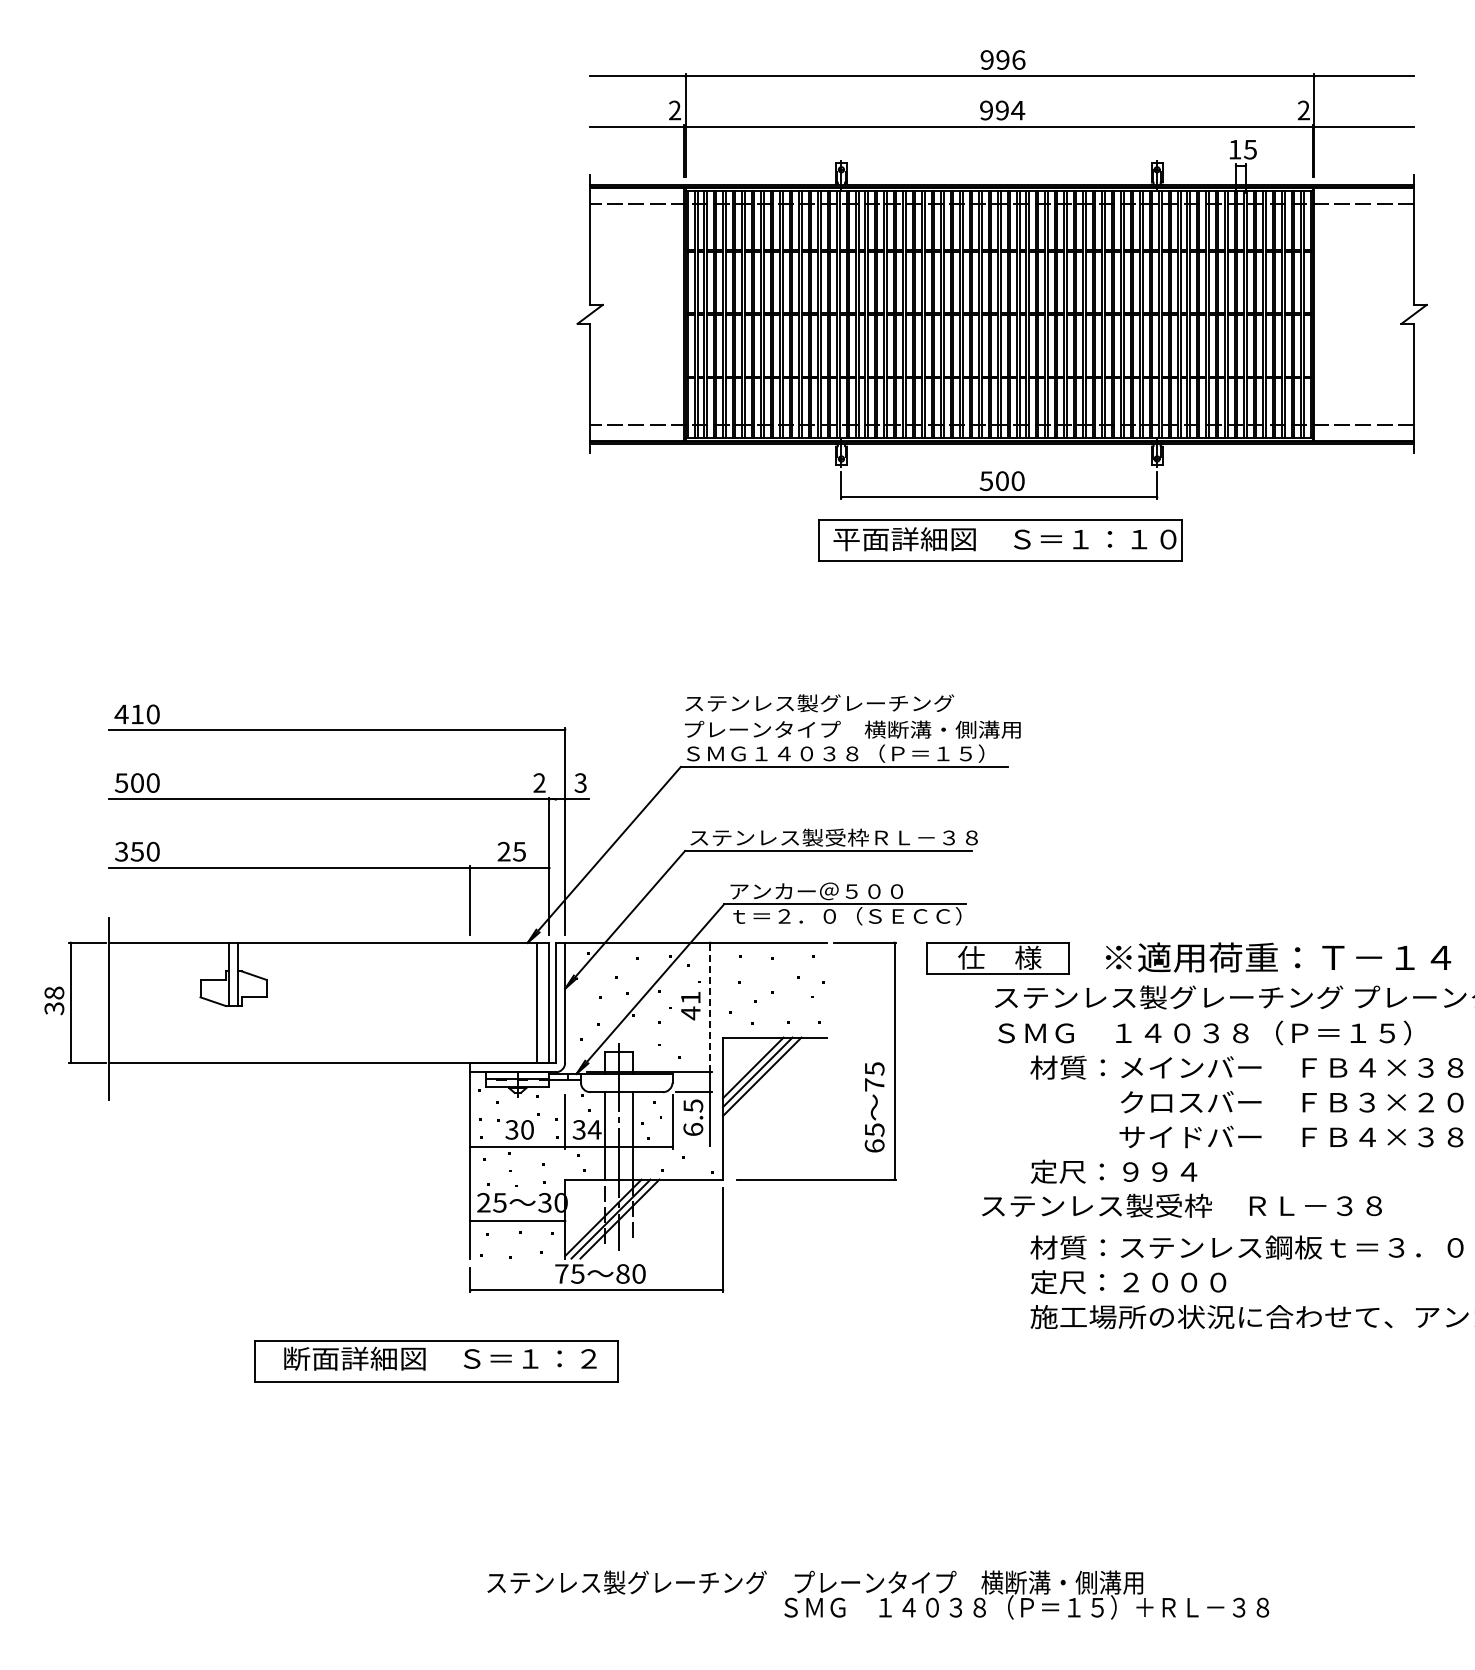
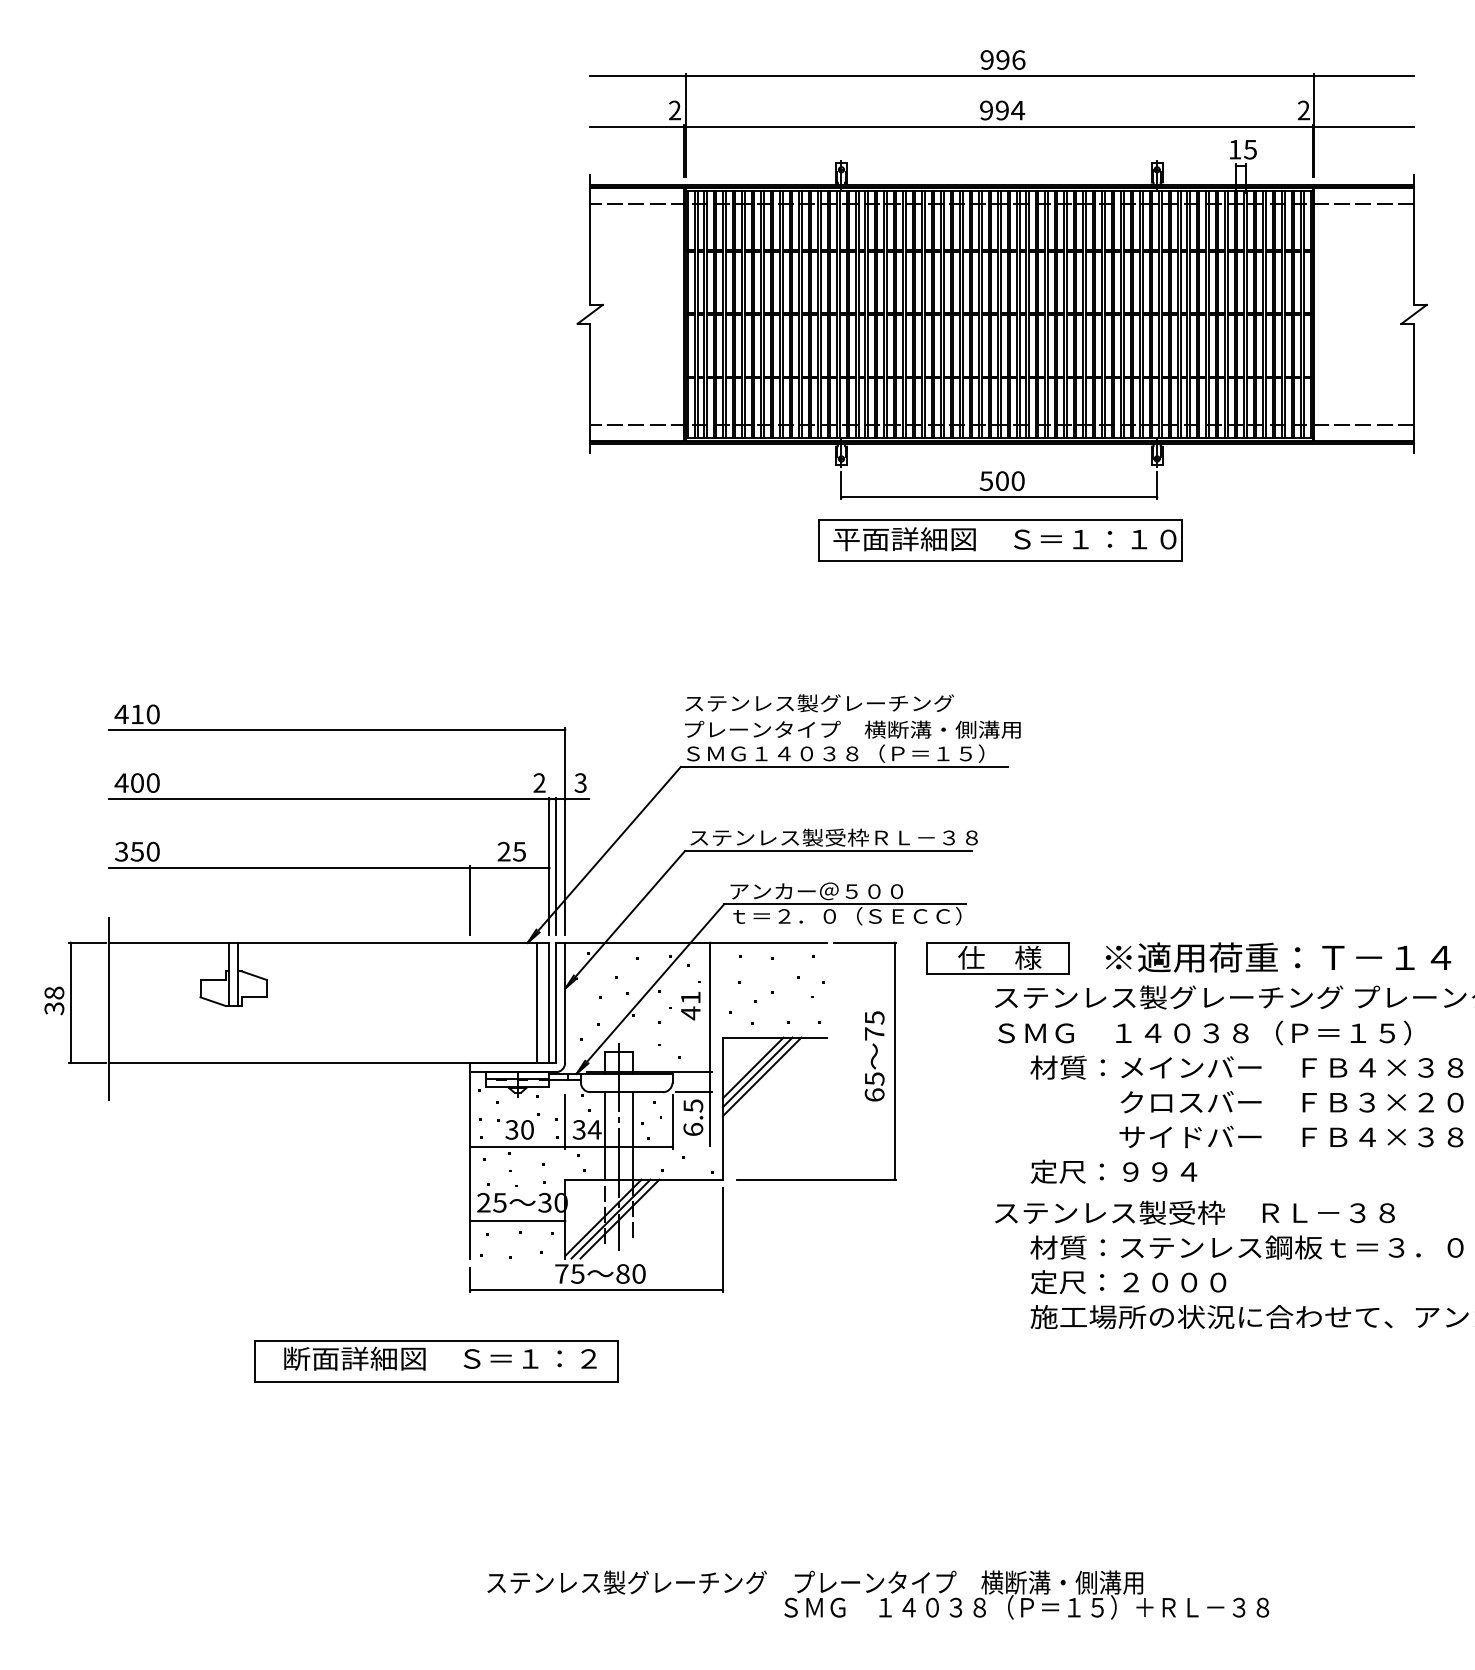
text at (121, 782): 500 -> 400
line at (555, 865): none -> present
line at (710, 1007): dashed -> solid
text at (874, 1107) position: (874, 1107) -> (874, 1056)
text at (1181, 1205) position: (1181, 1205) -> (1194, 1212)
